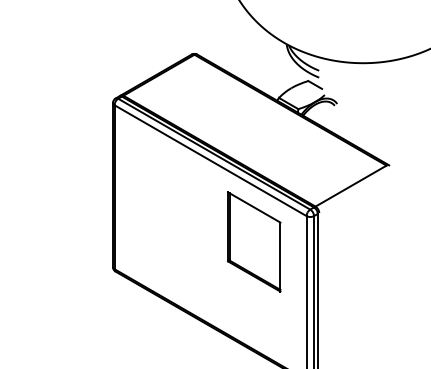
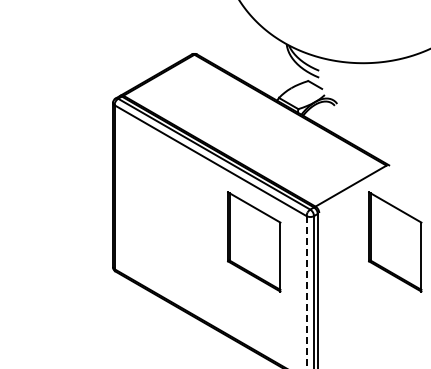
part at (395, 241): none -> present
line at (306, 292): solid -> dashed
